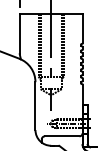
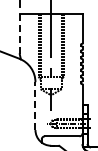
line at (19, 33): solid -> dashed
line at (35, 106): solid -> dashed
